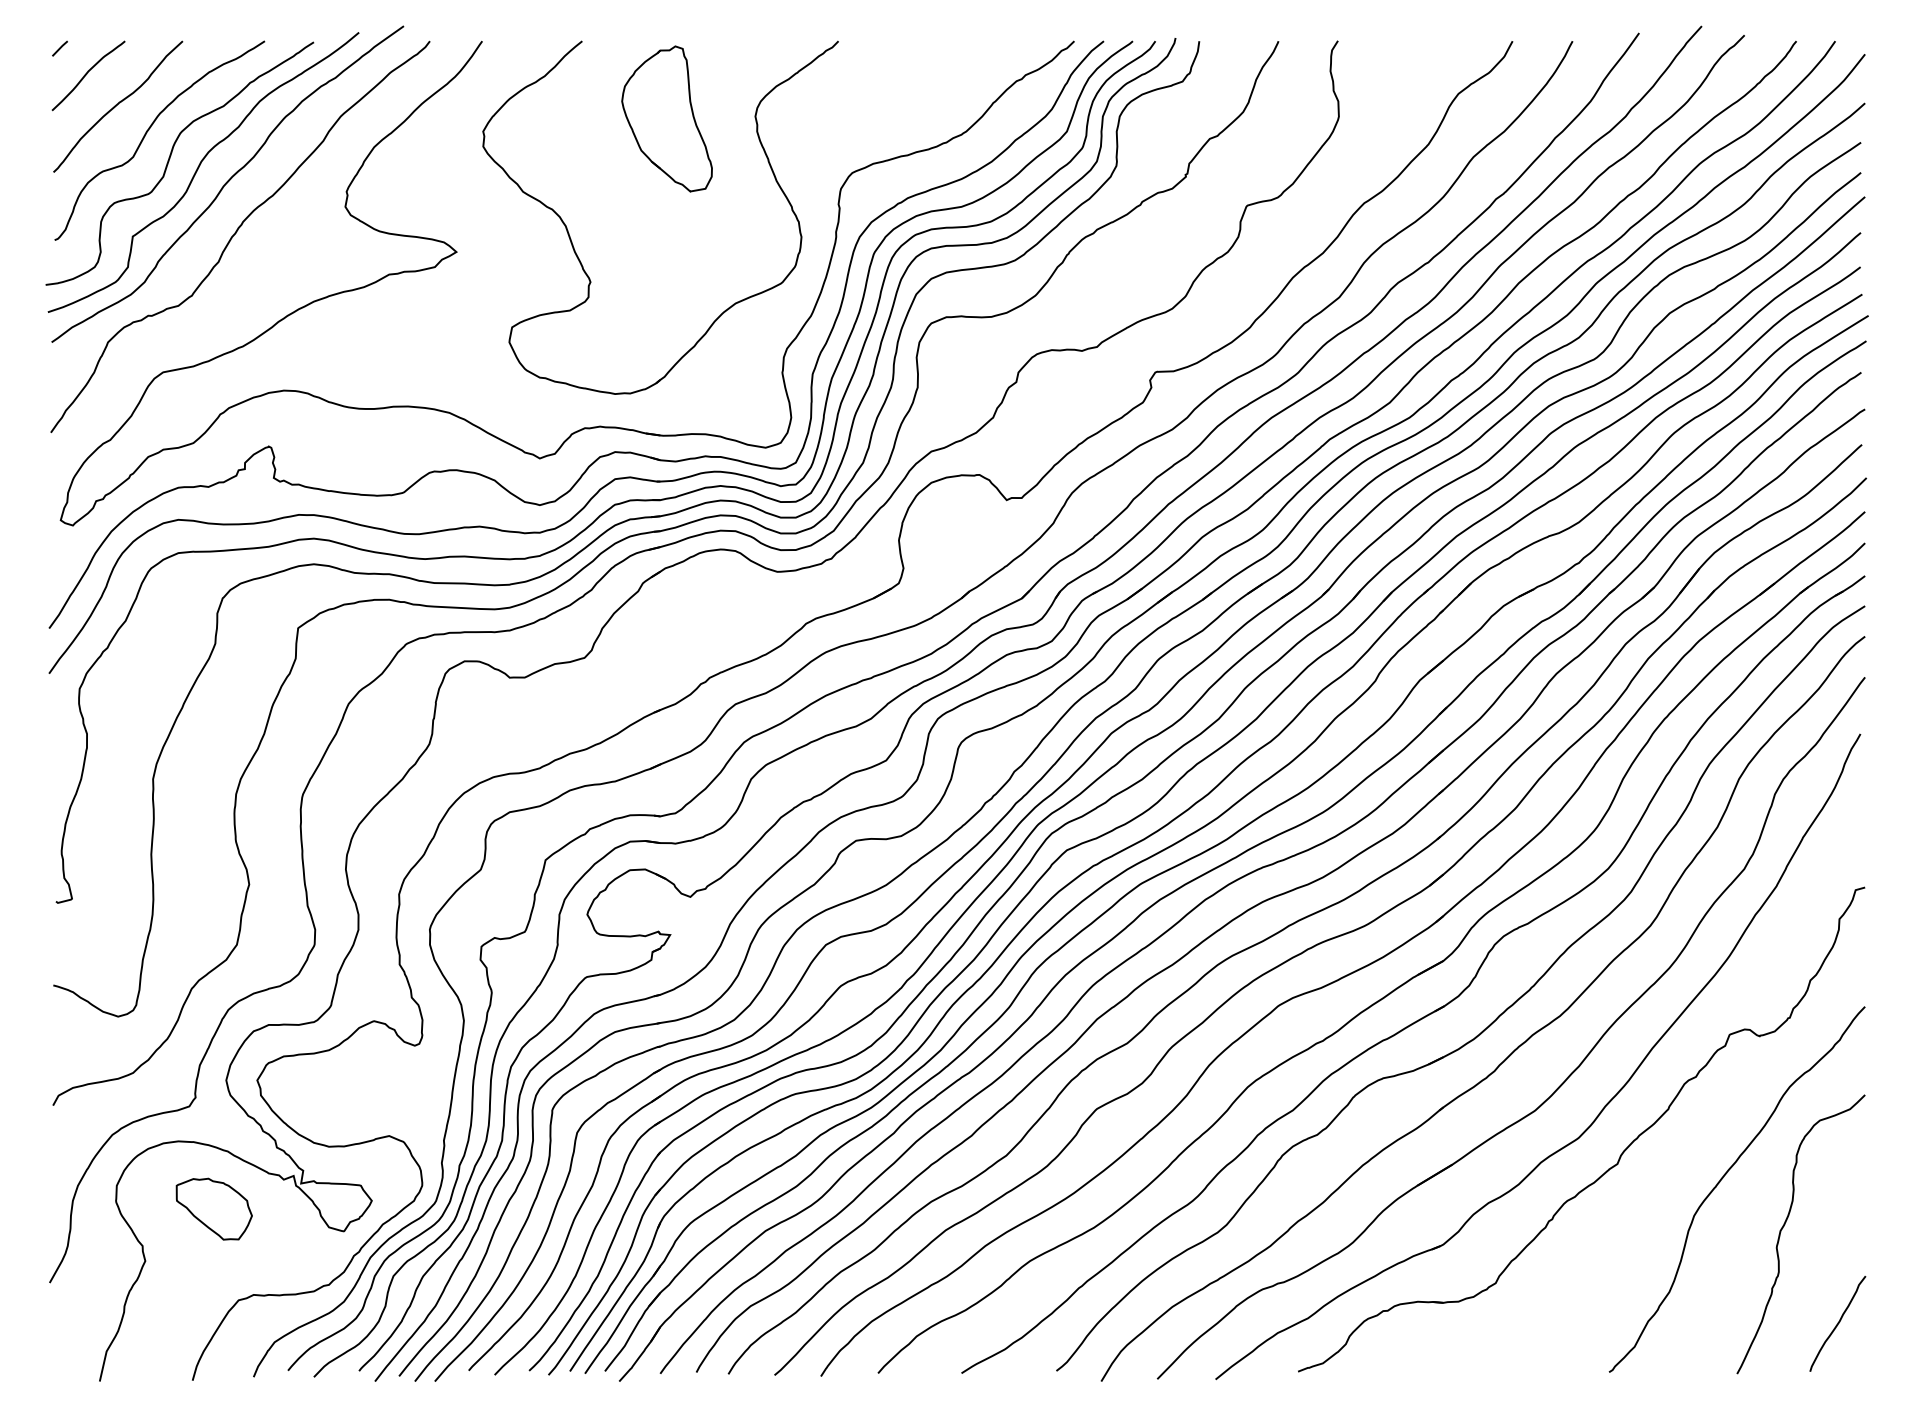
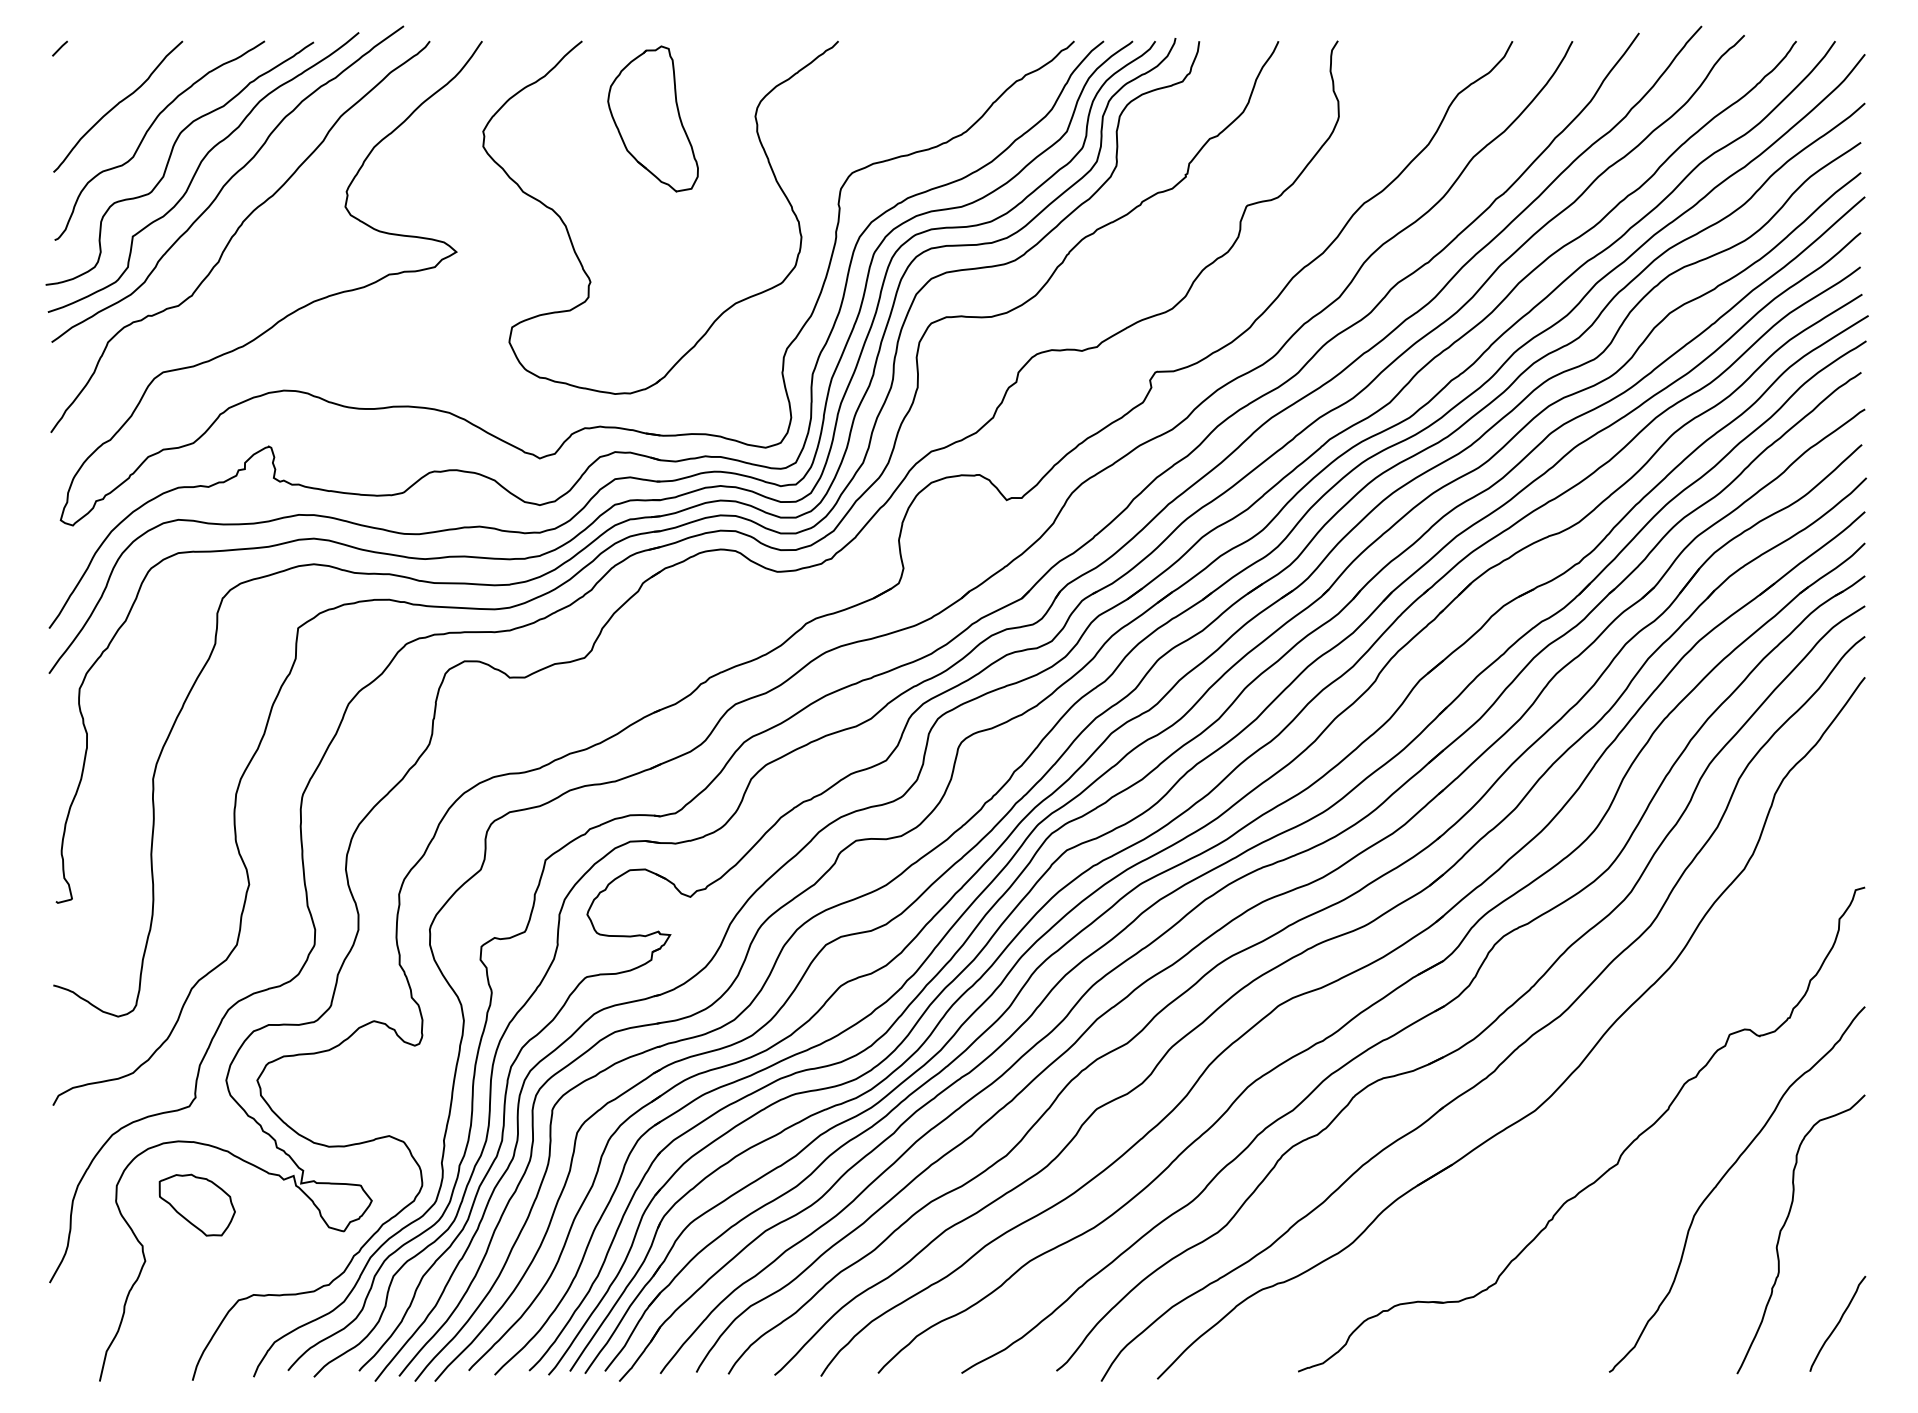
curve at (87, 74): present -> none
part at (666, 118) position: (666, 118) -> (652, 118)
part at (1604, 1105): present -> none
part at (213, 1208) position: (213, 1208) -> (196, 1204)
